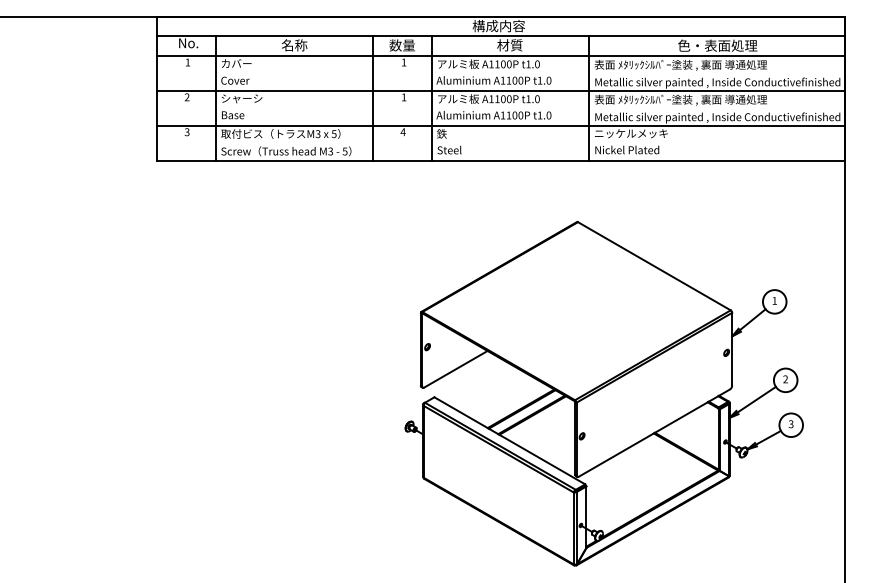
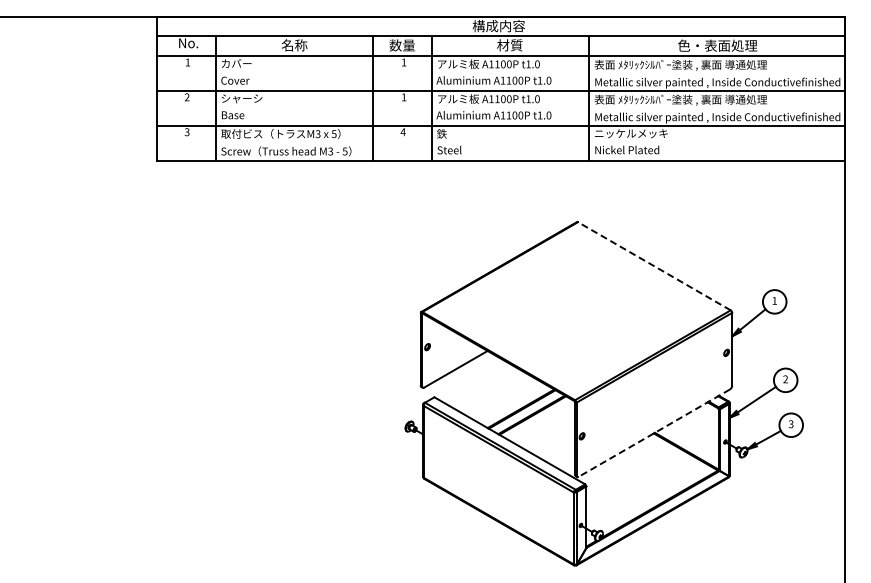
line at (653, 266): solid -> dashed
line at (653, 433): solid -> dashed
